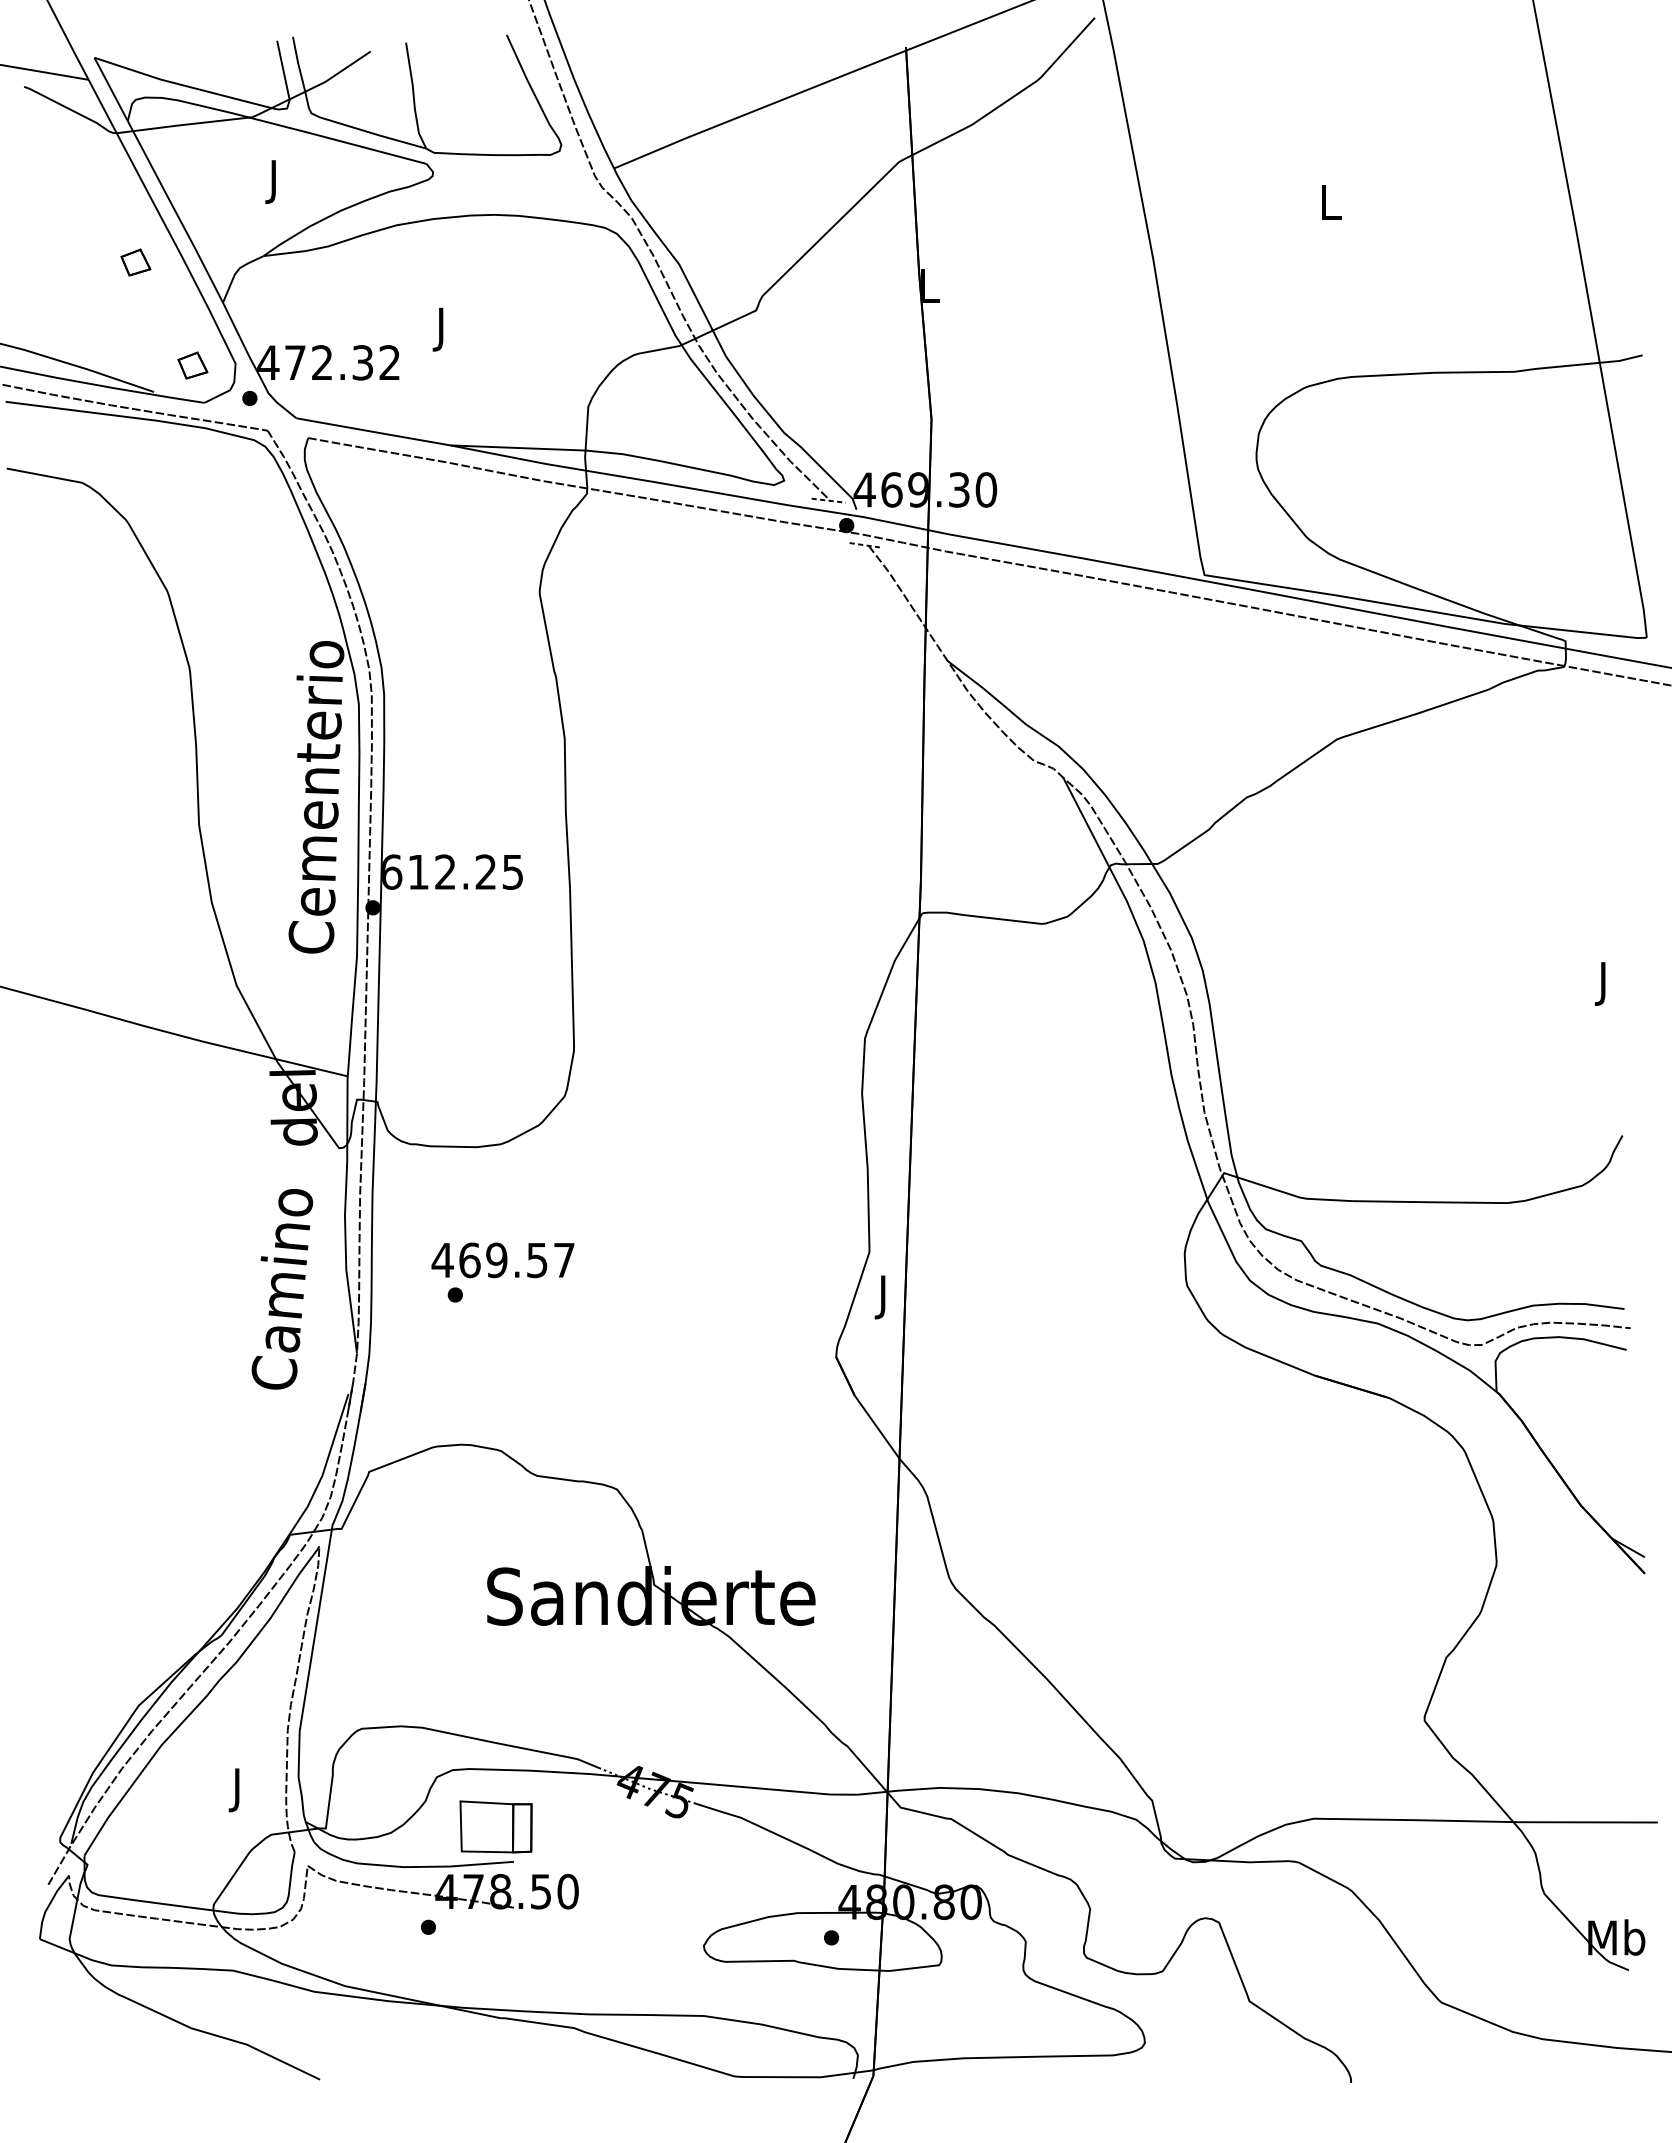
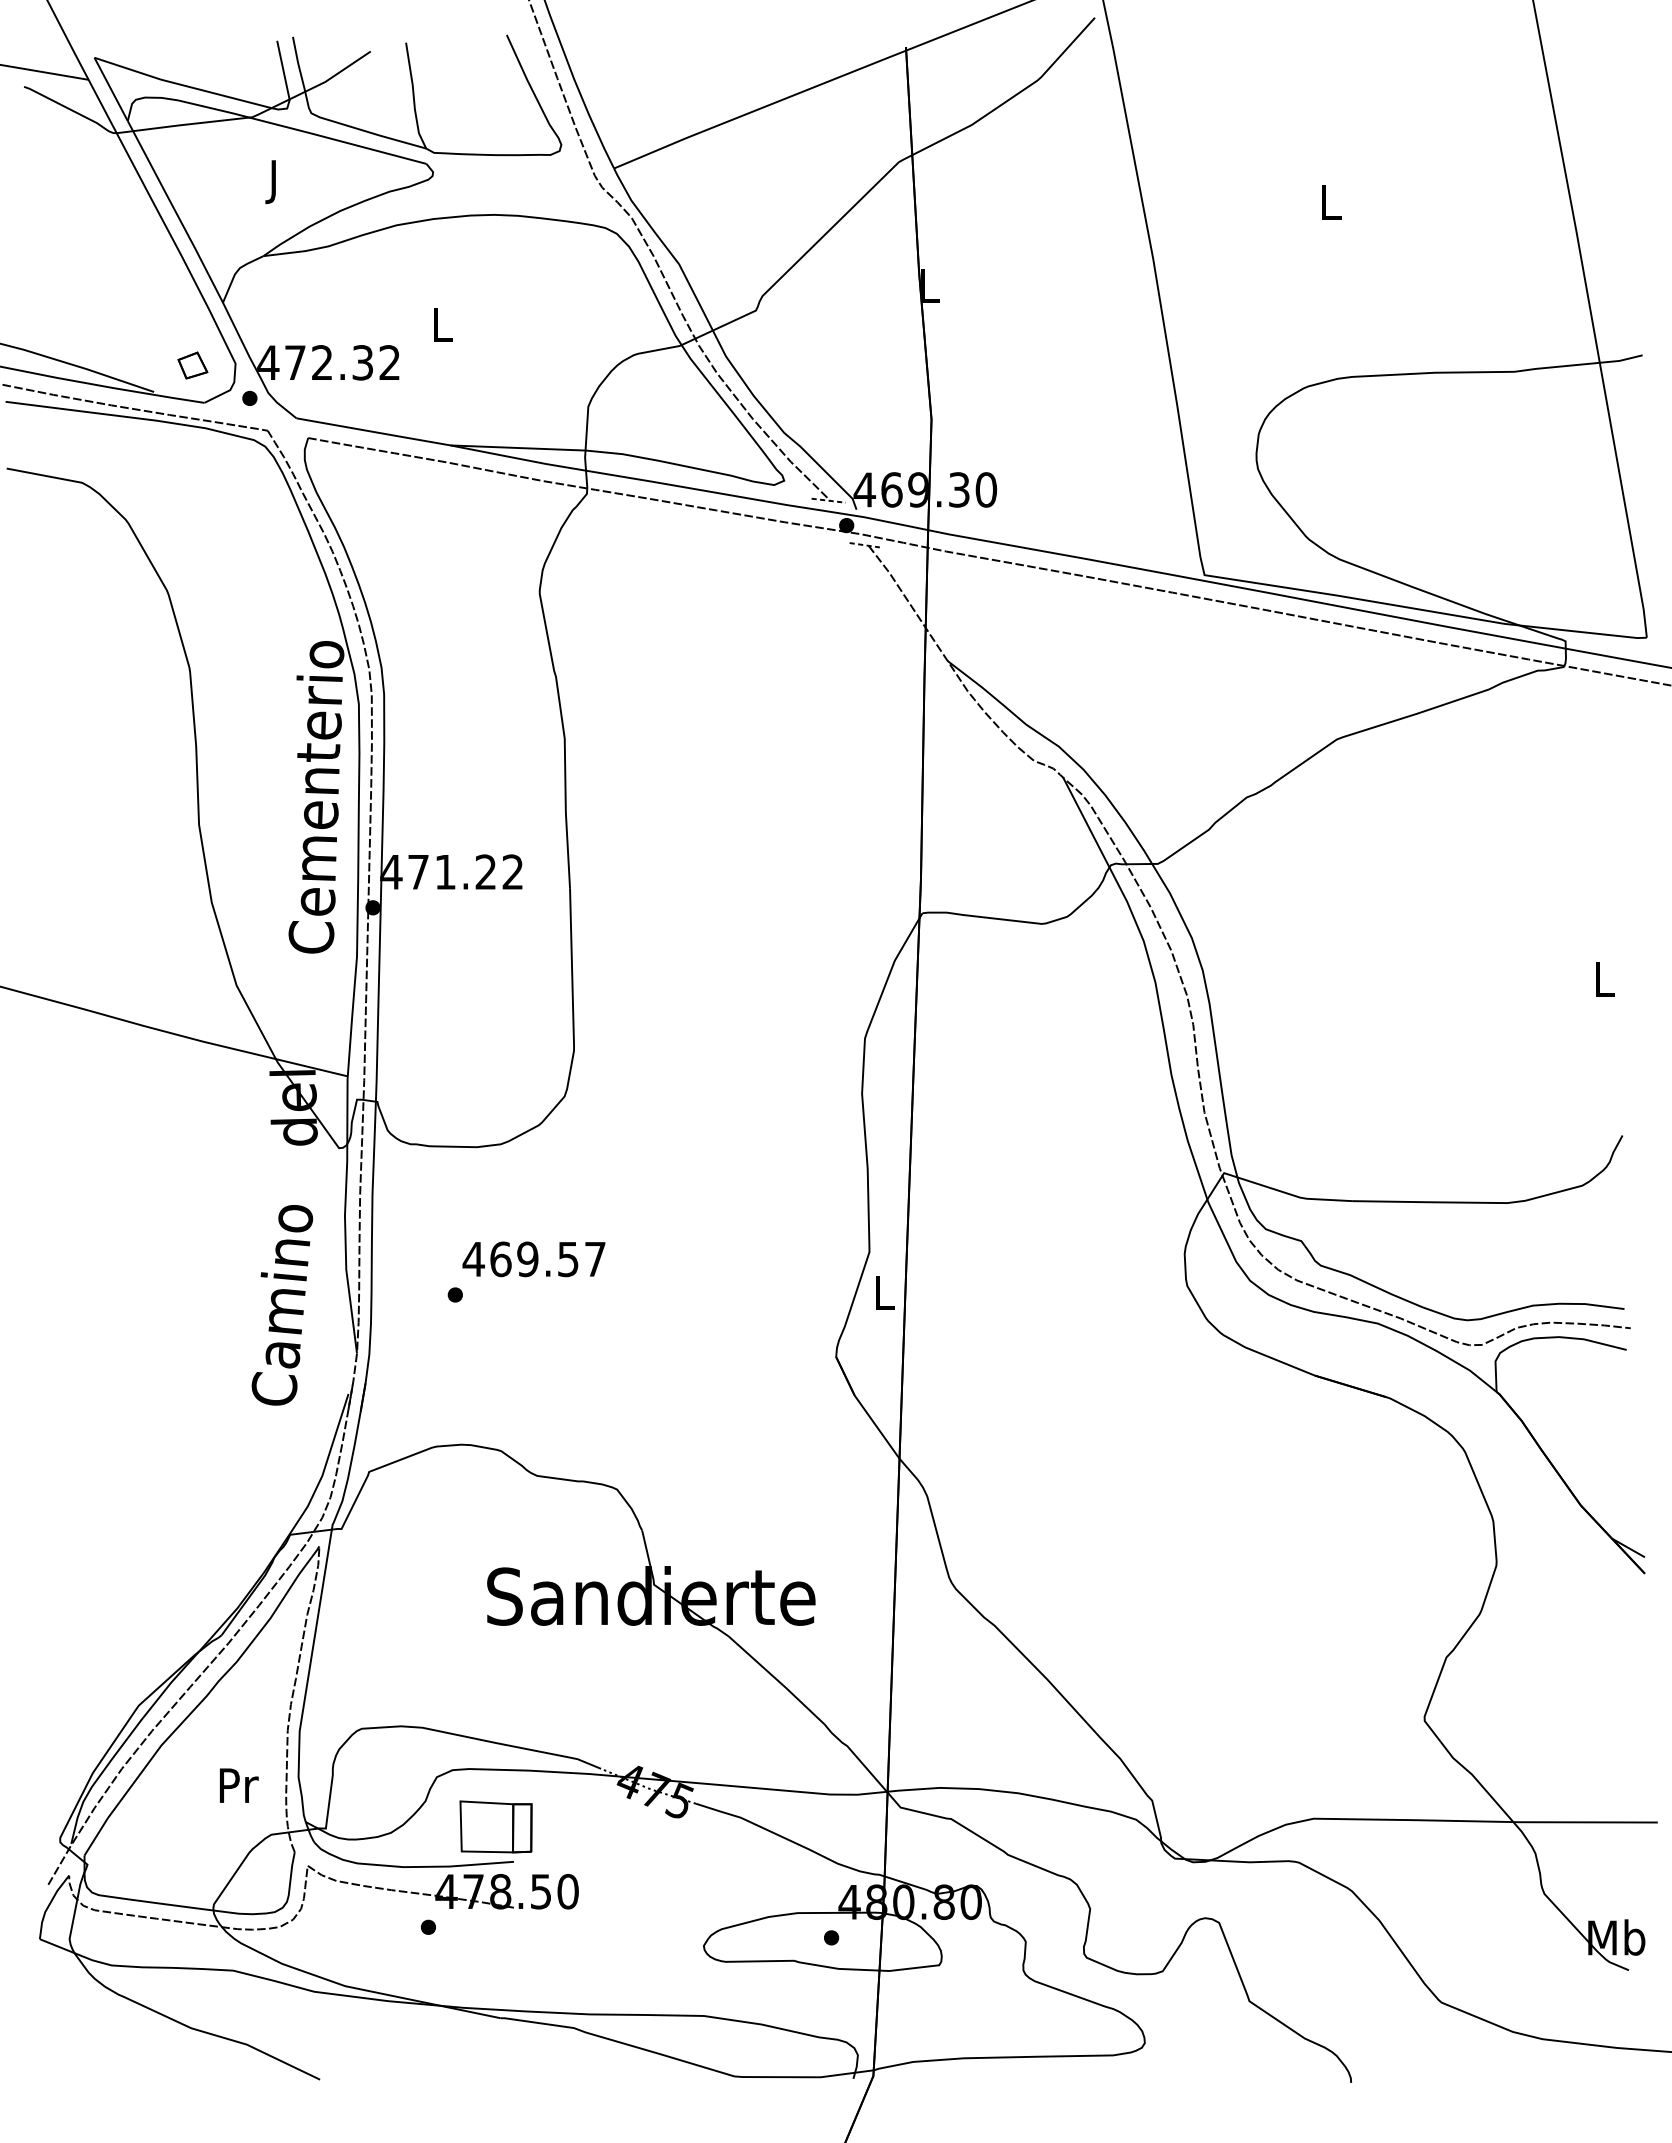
part at (135, 262): present -> none
text at (442, 329): J -> L
text at (451, 871): 612.25 -> 471.22
text at (1604, 983): J -> L
text at (502, 1260) position: (502, 1260) -> (533, 1259)
text at (282, 1289) position: (282, 1289) -> (282, 1305)
text at (884, 1297): J -> L
text at (238, 1790): J -> Pr
